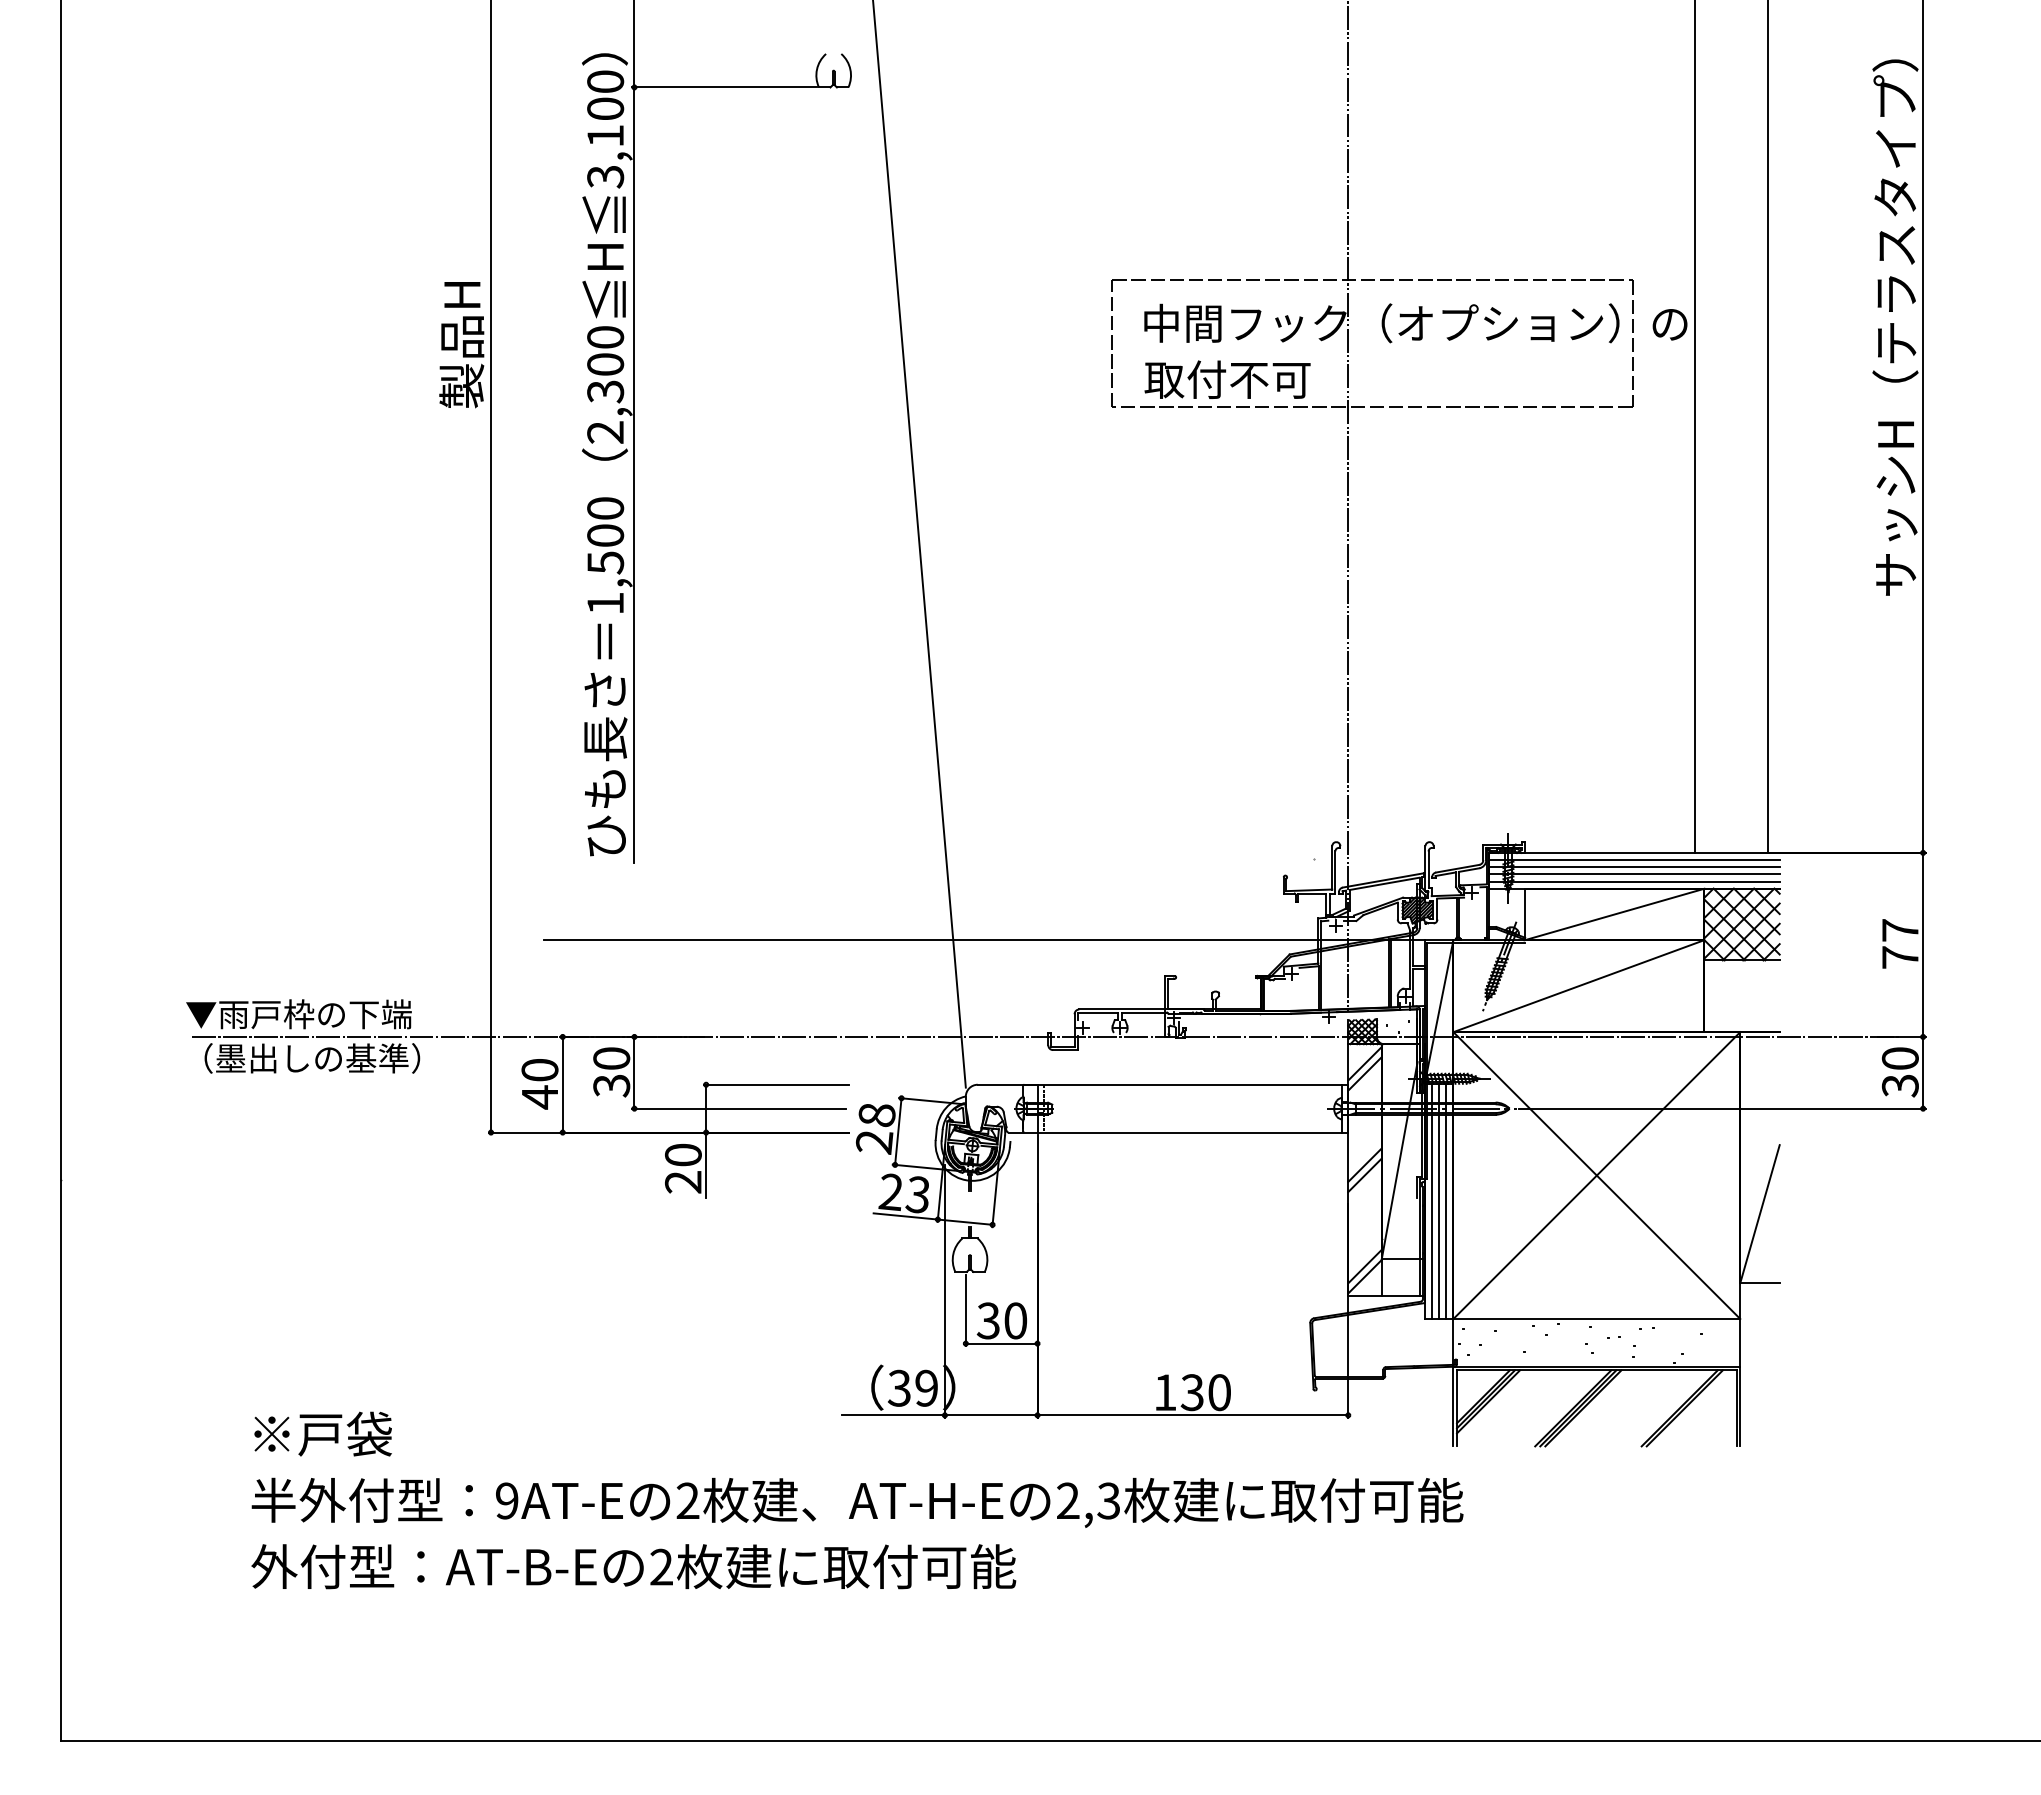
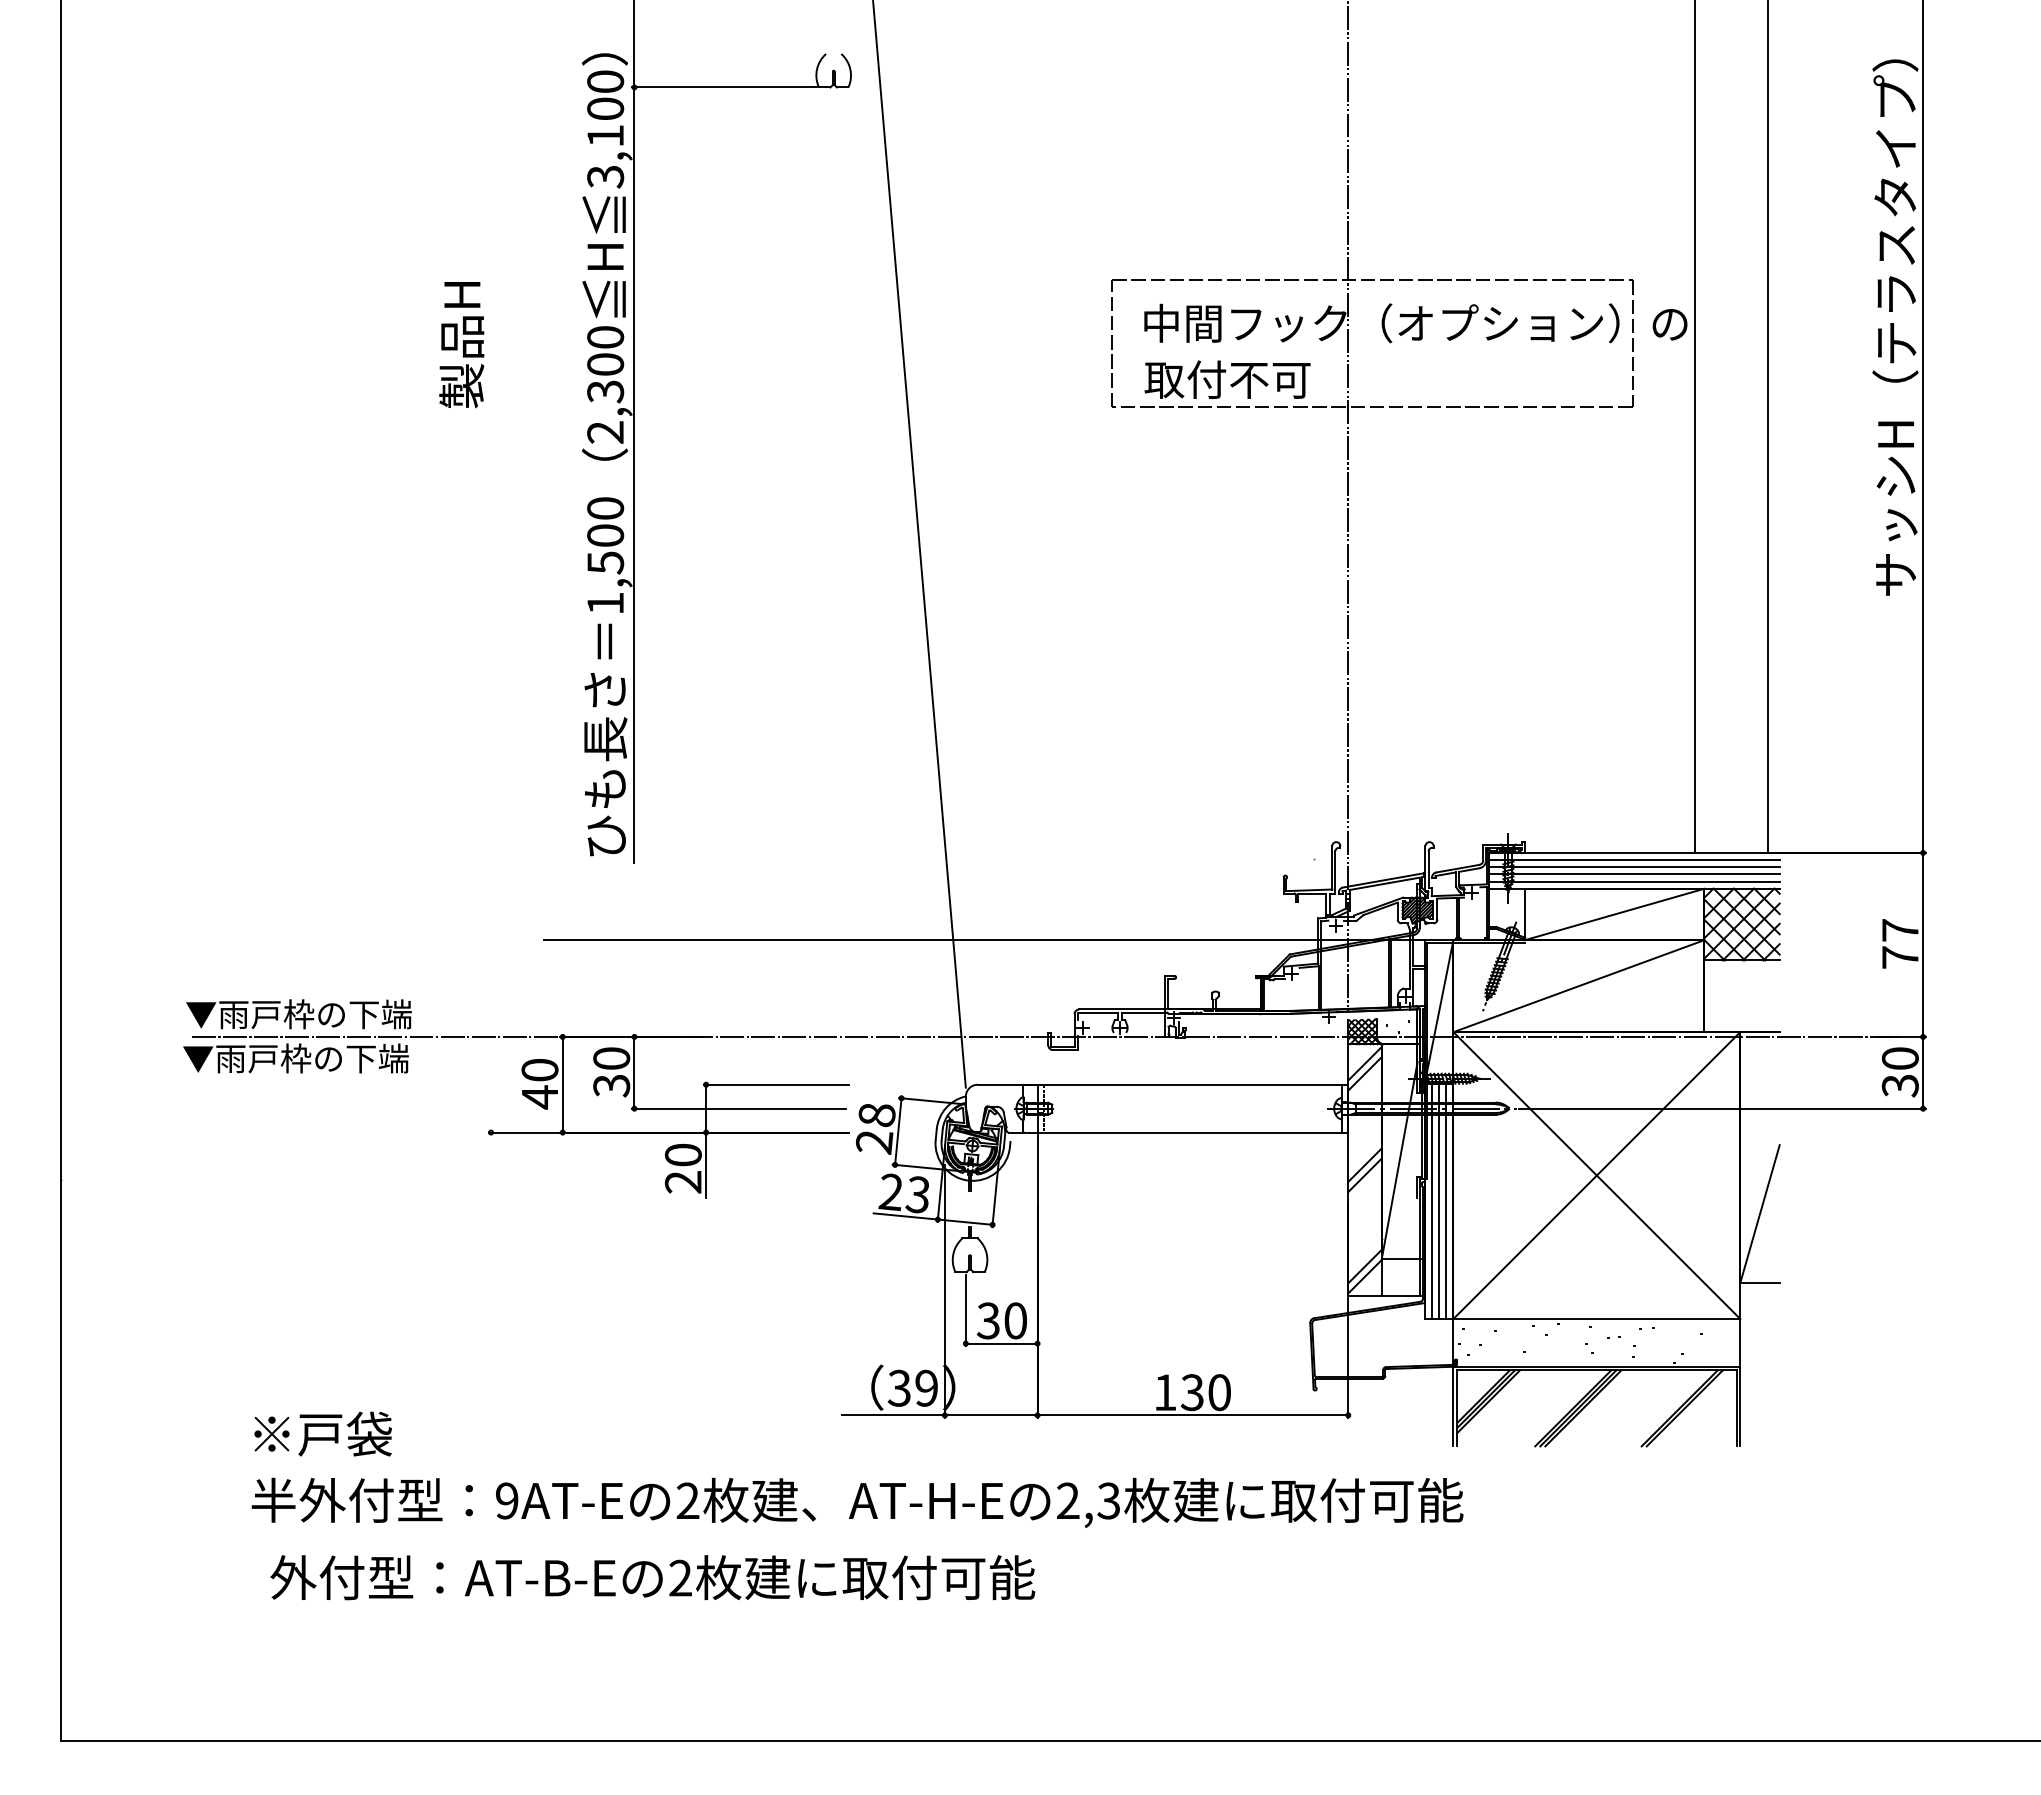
line at (491, 567): present -> none
text at (301, 1058): （墨出しの基準） -> ▼雨戸枠の下端
text at (633, 1566) position: (633, 1566) -> (652, 1577)
